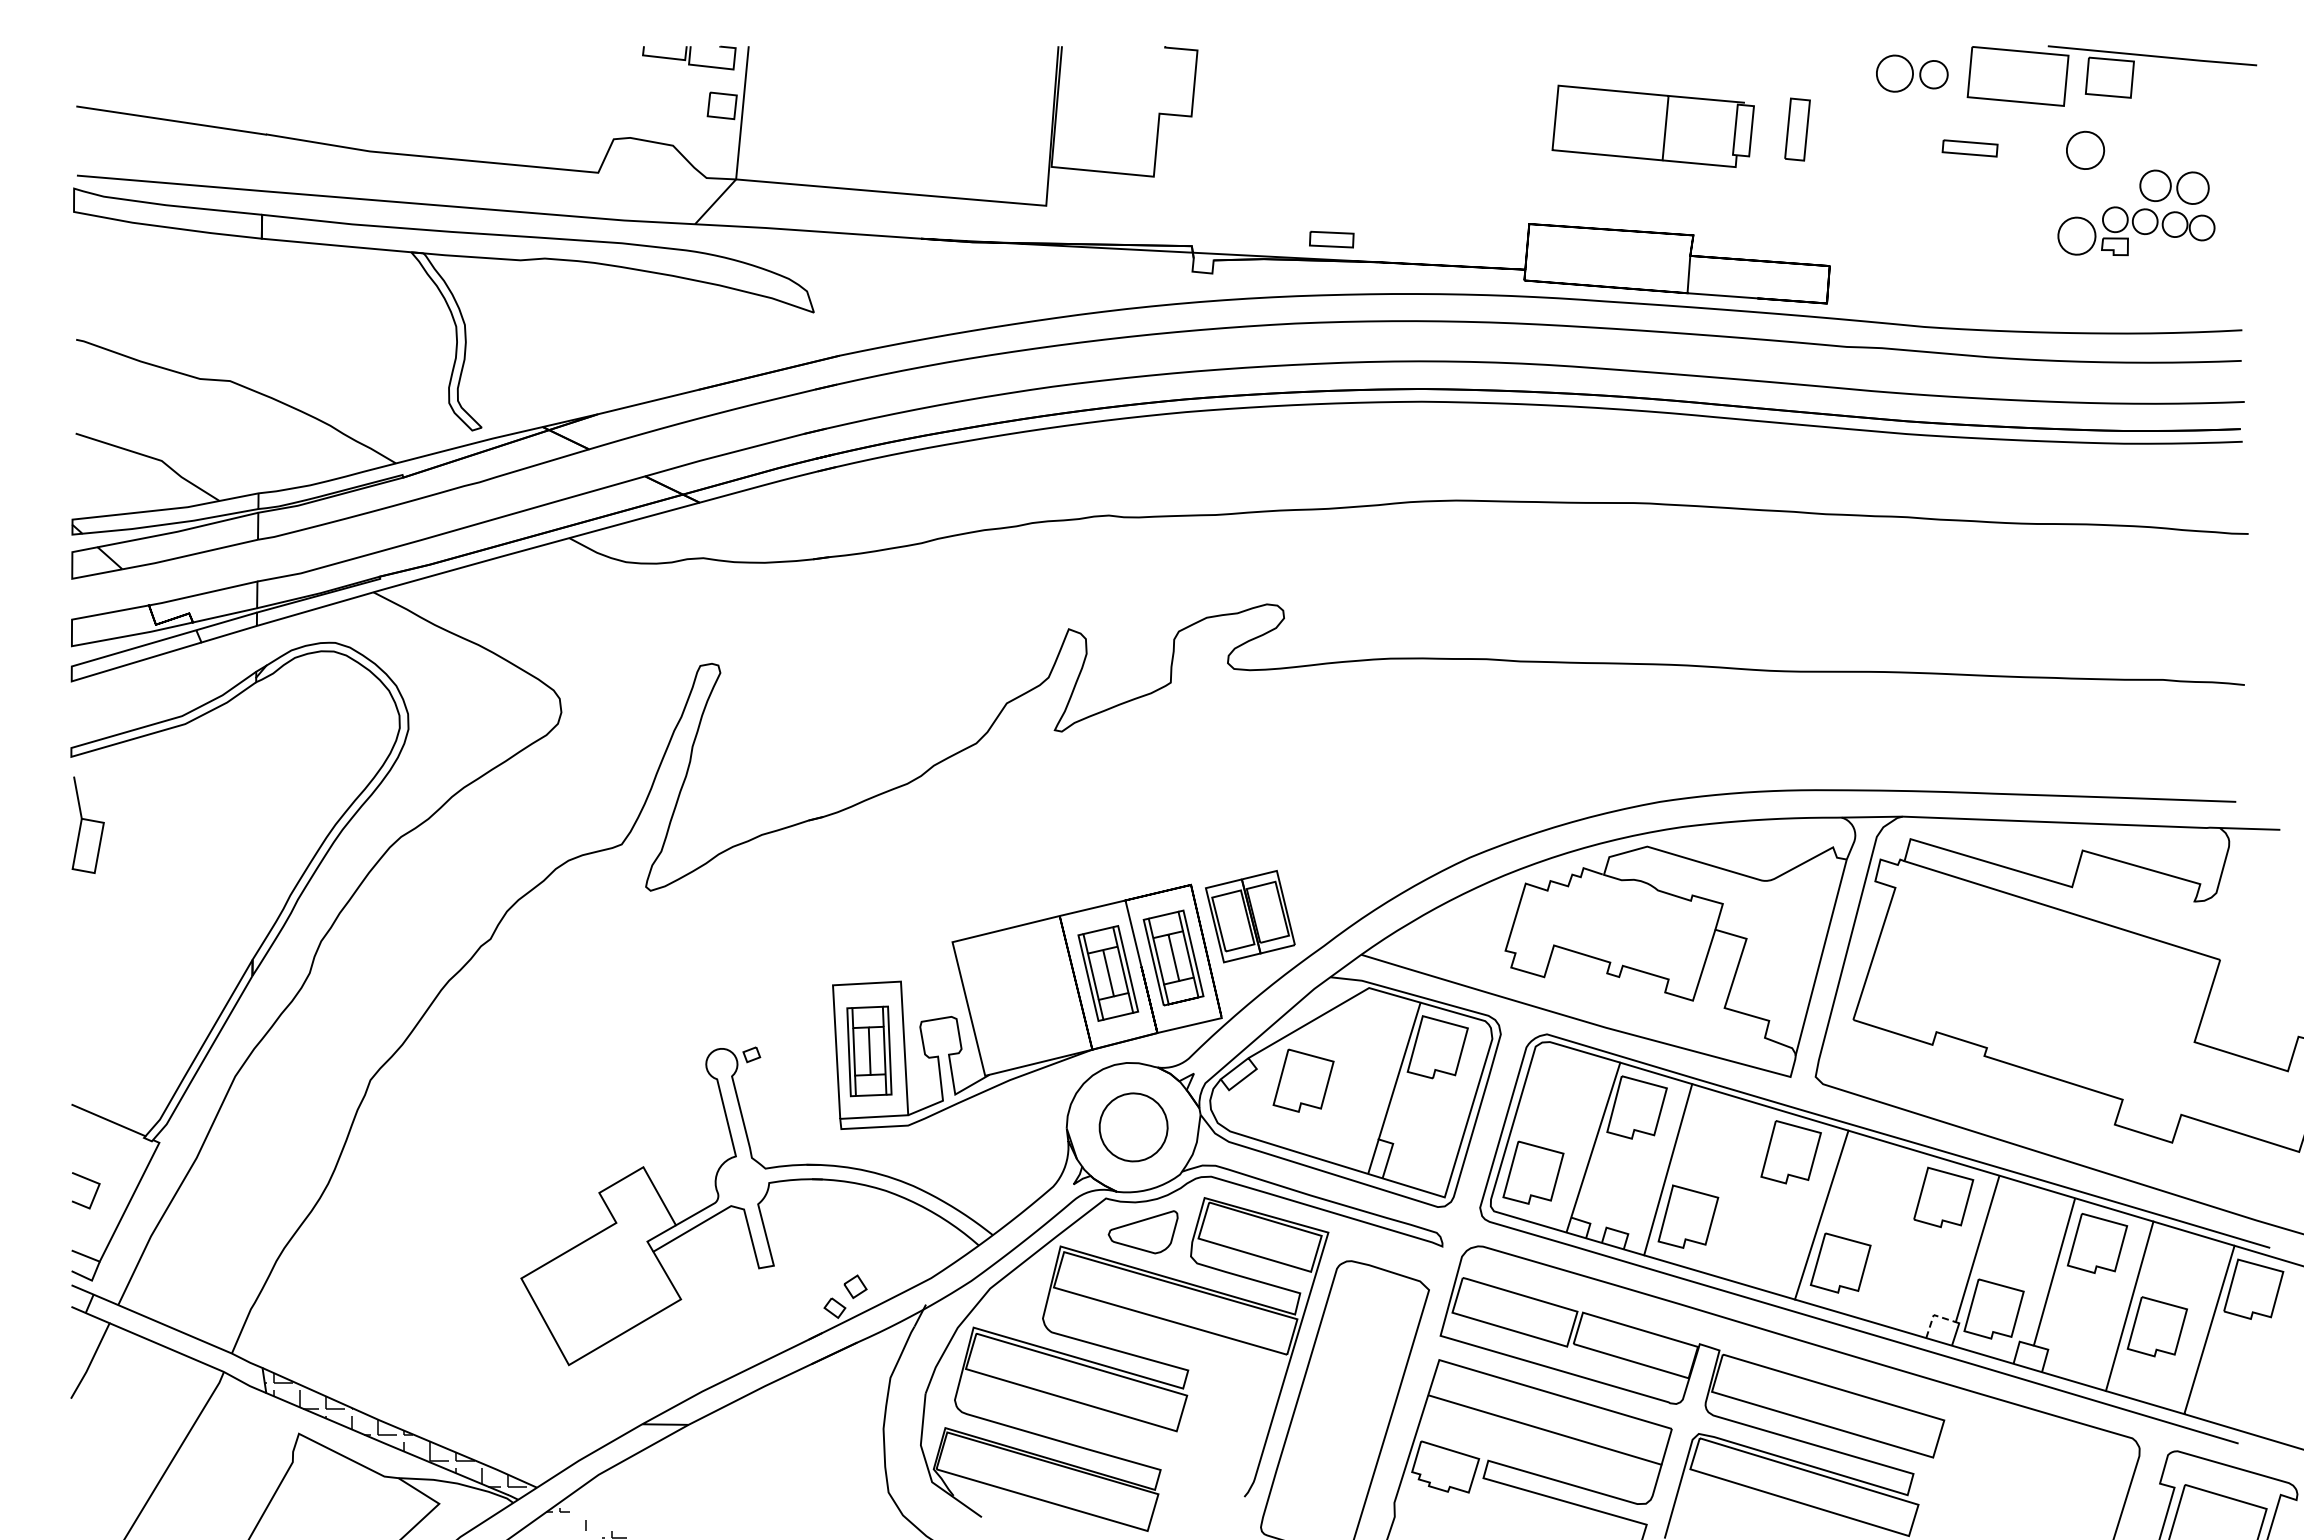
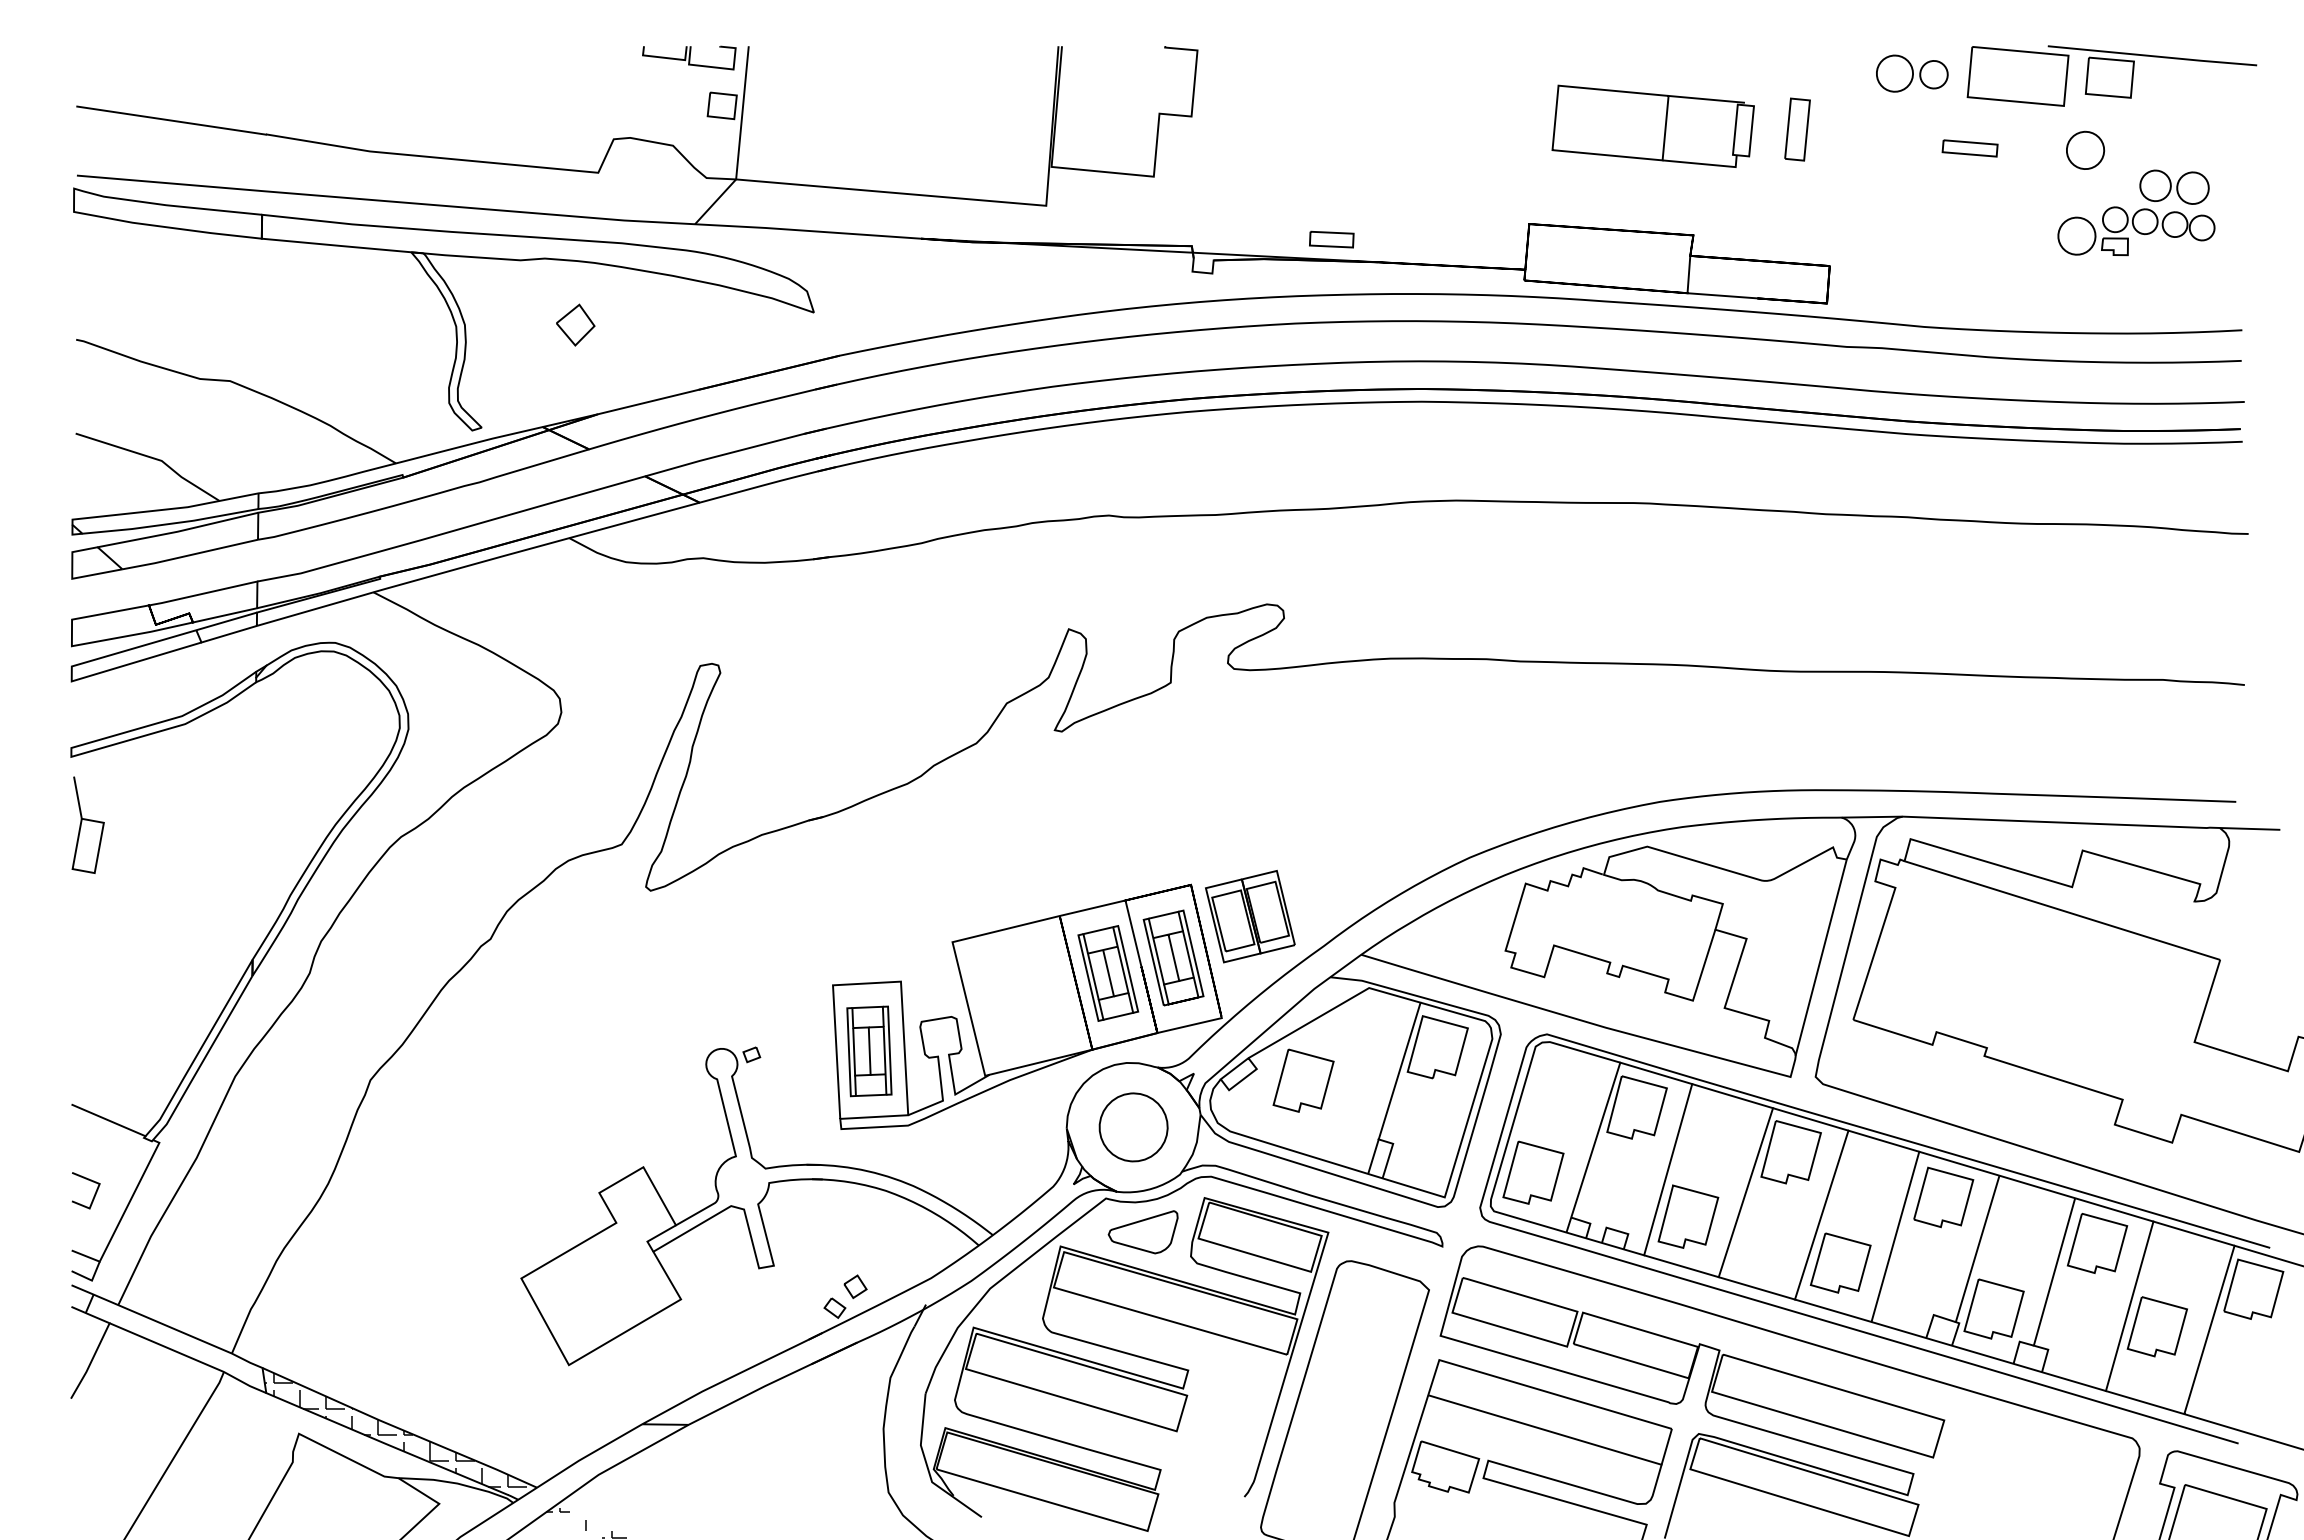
part at (575, 324): none -> present
line at (1745, 1192): none -> present
line at (1895, 1236): none -> present
line at (1933, 1315): dashed -> solid
